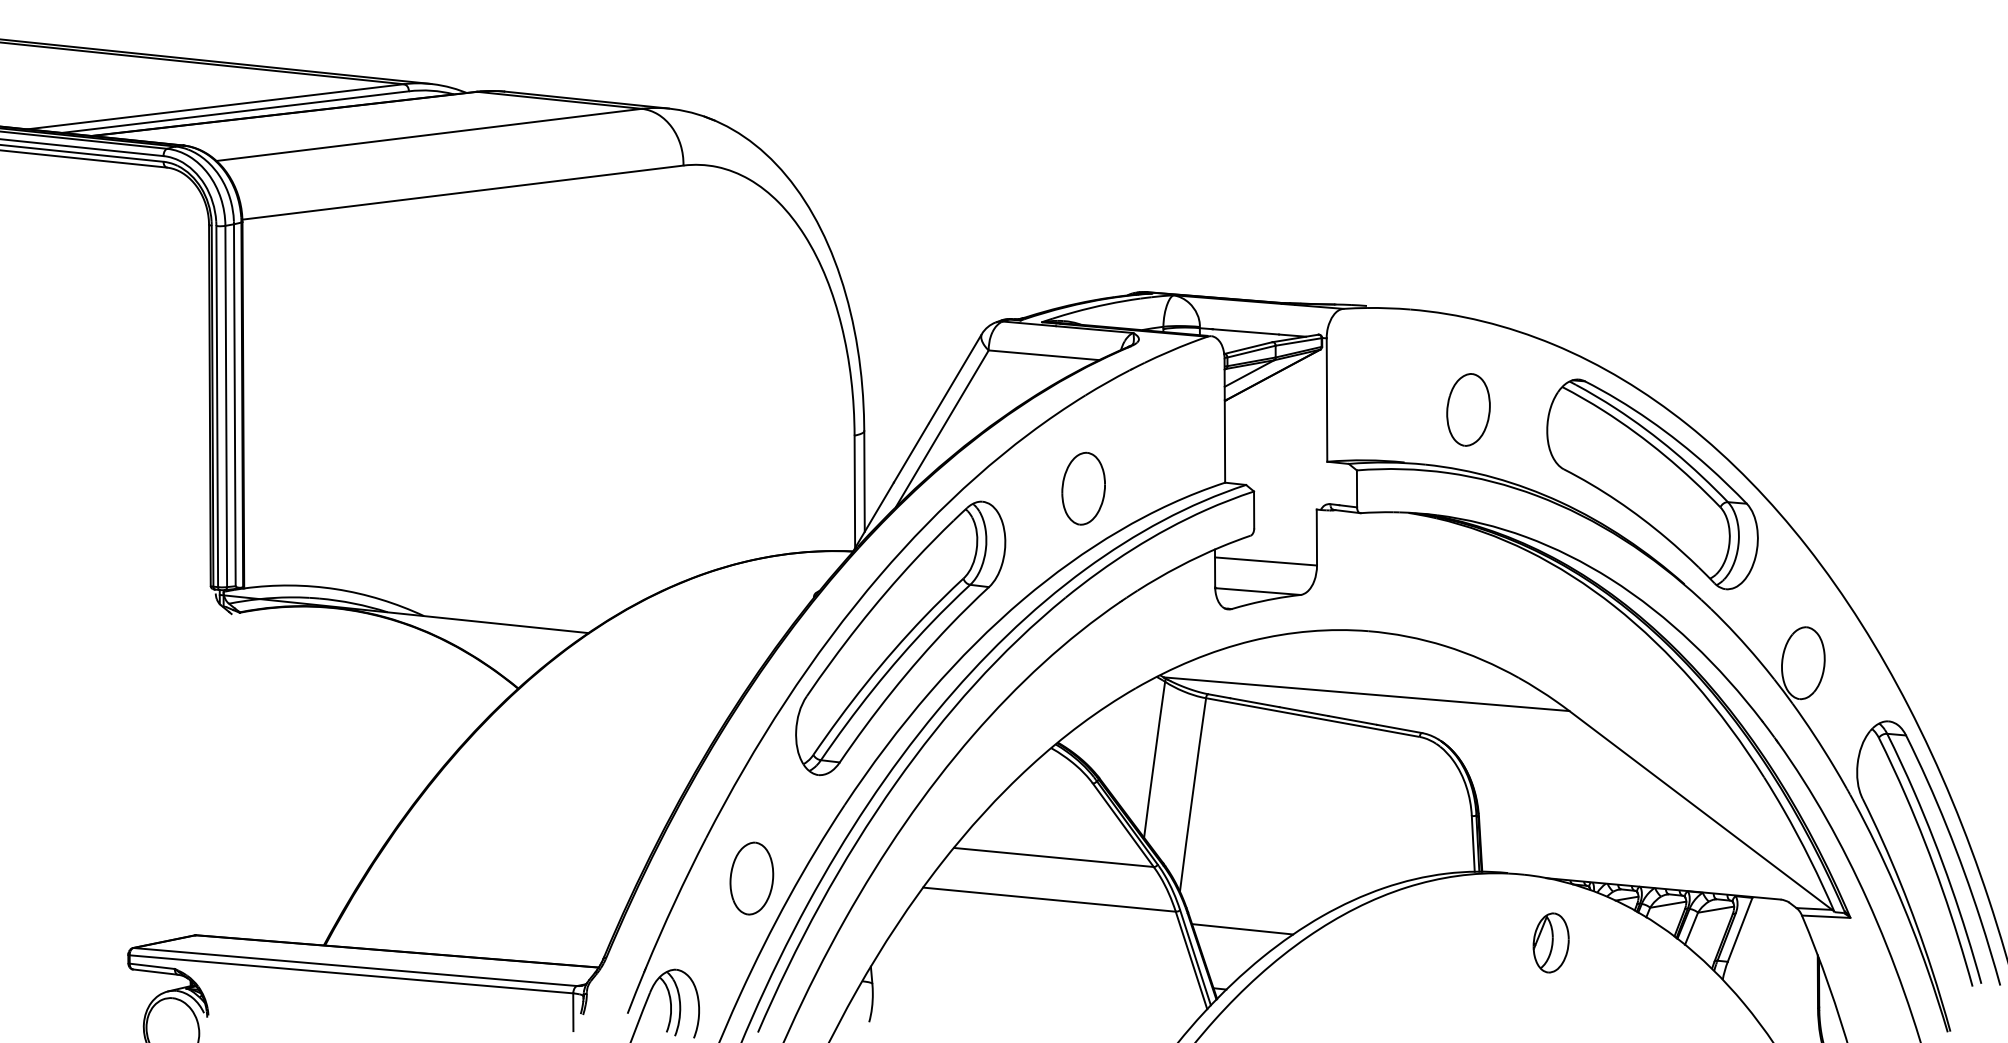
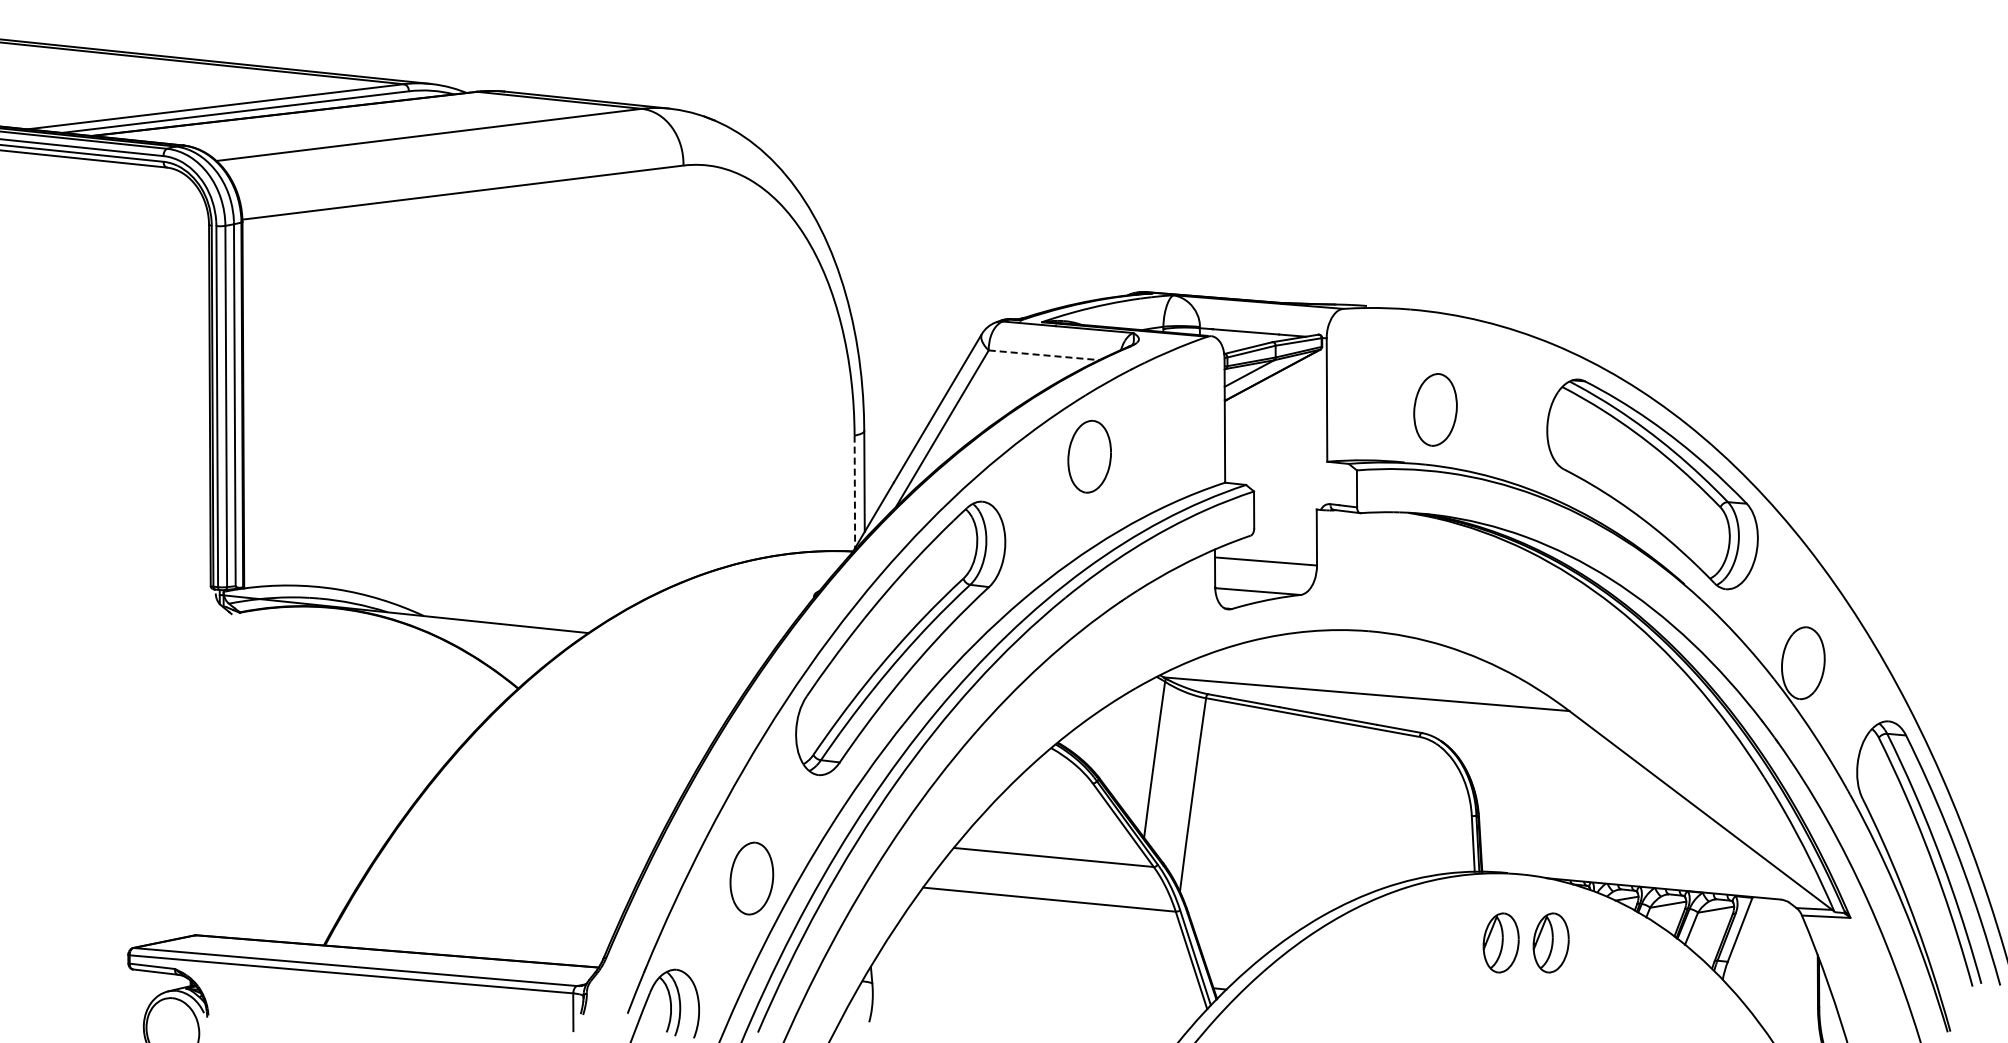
line at (1044, 355): solid -> dashed
part at (1468, 409) position: (1468, 409) -> (1435, 409)
part at (1083, 488) position: (1083, 488) -> (1089, 456)
line at (854, 492): solid -> dashed
line at (1242, 929): present -> none
part at (1500, 942): none -> present
